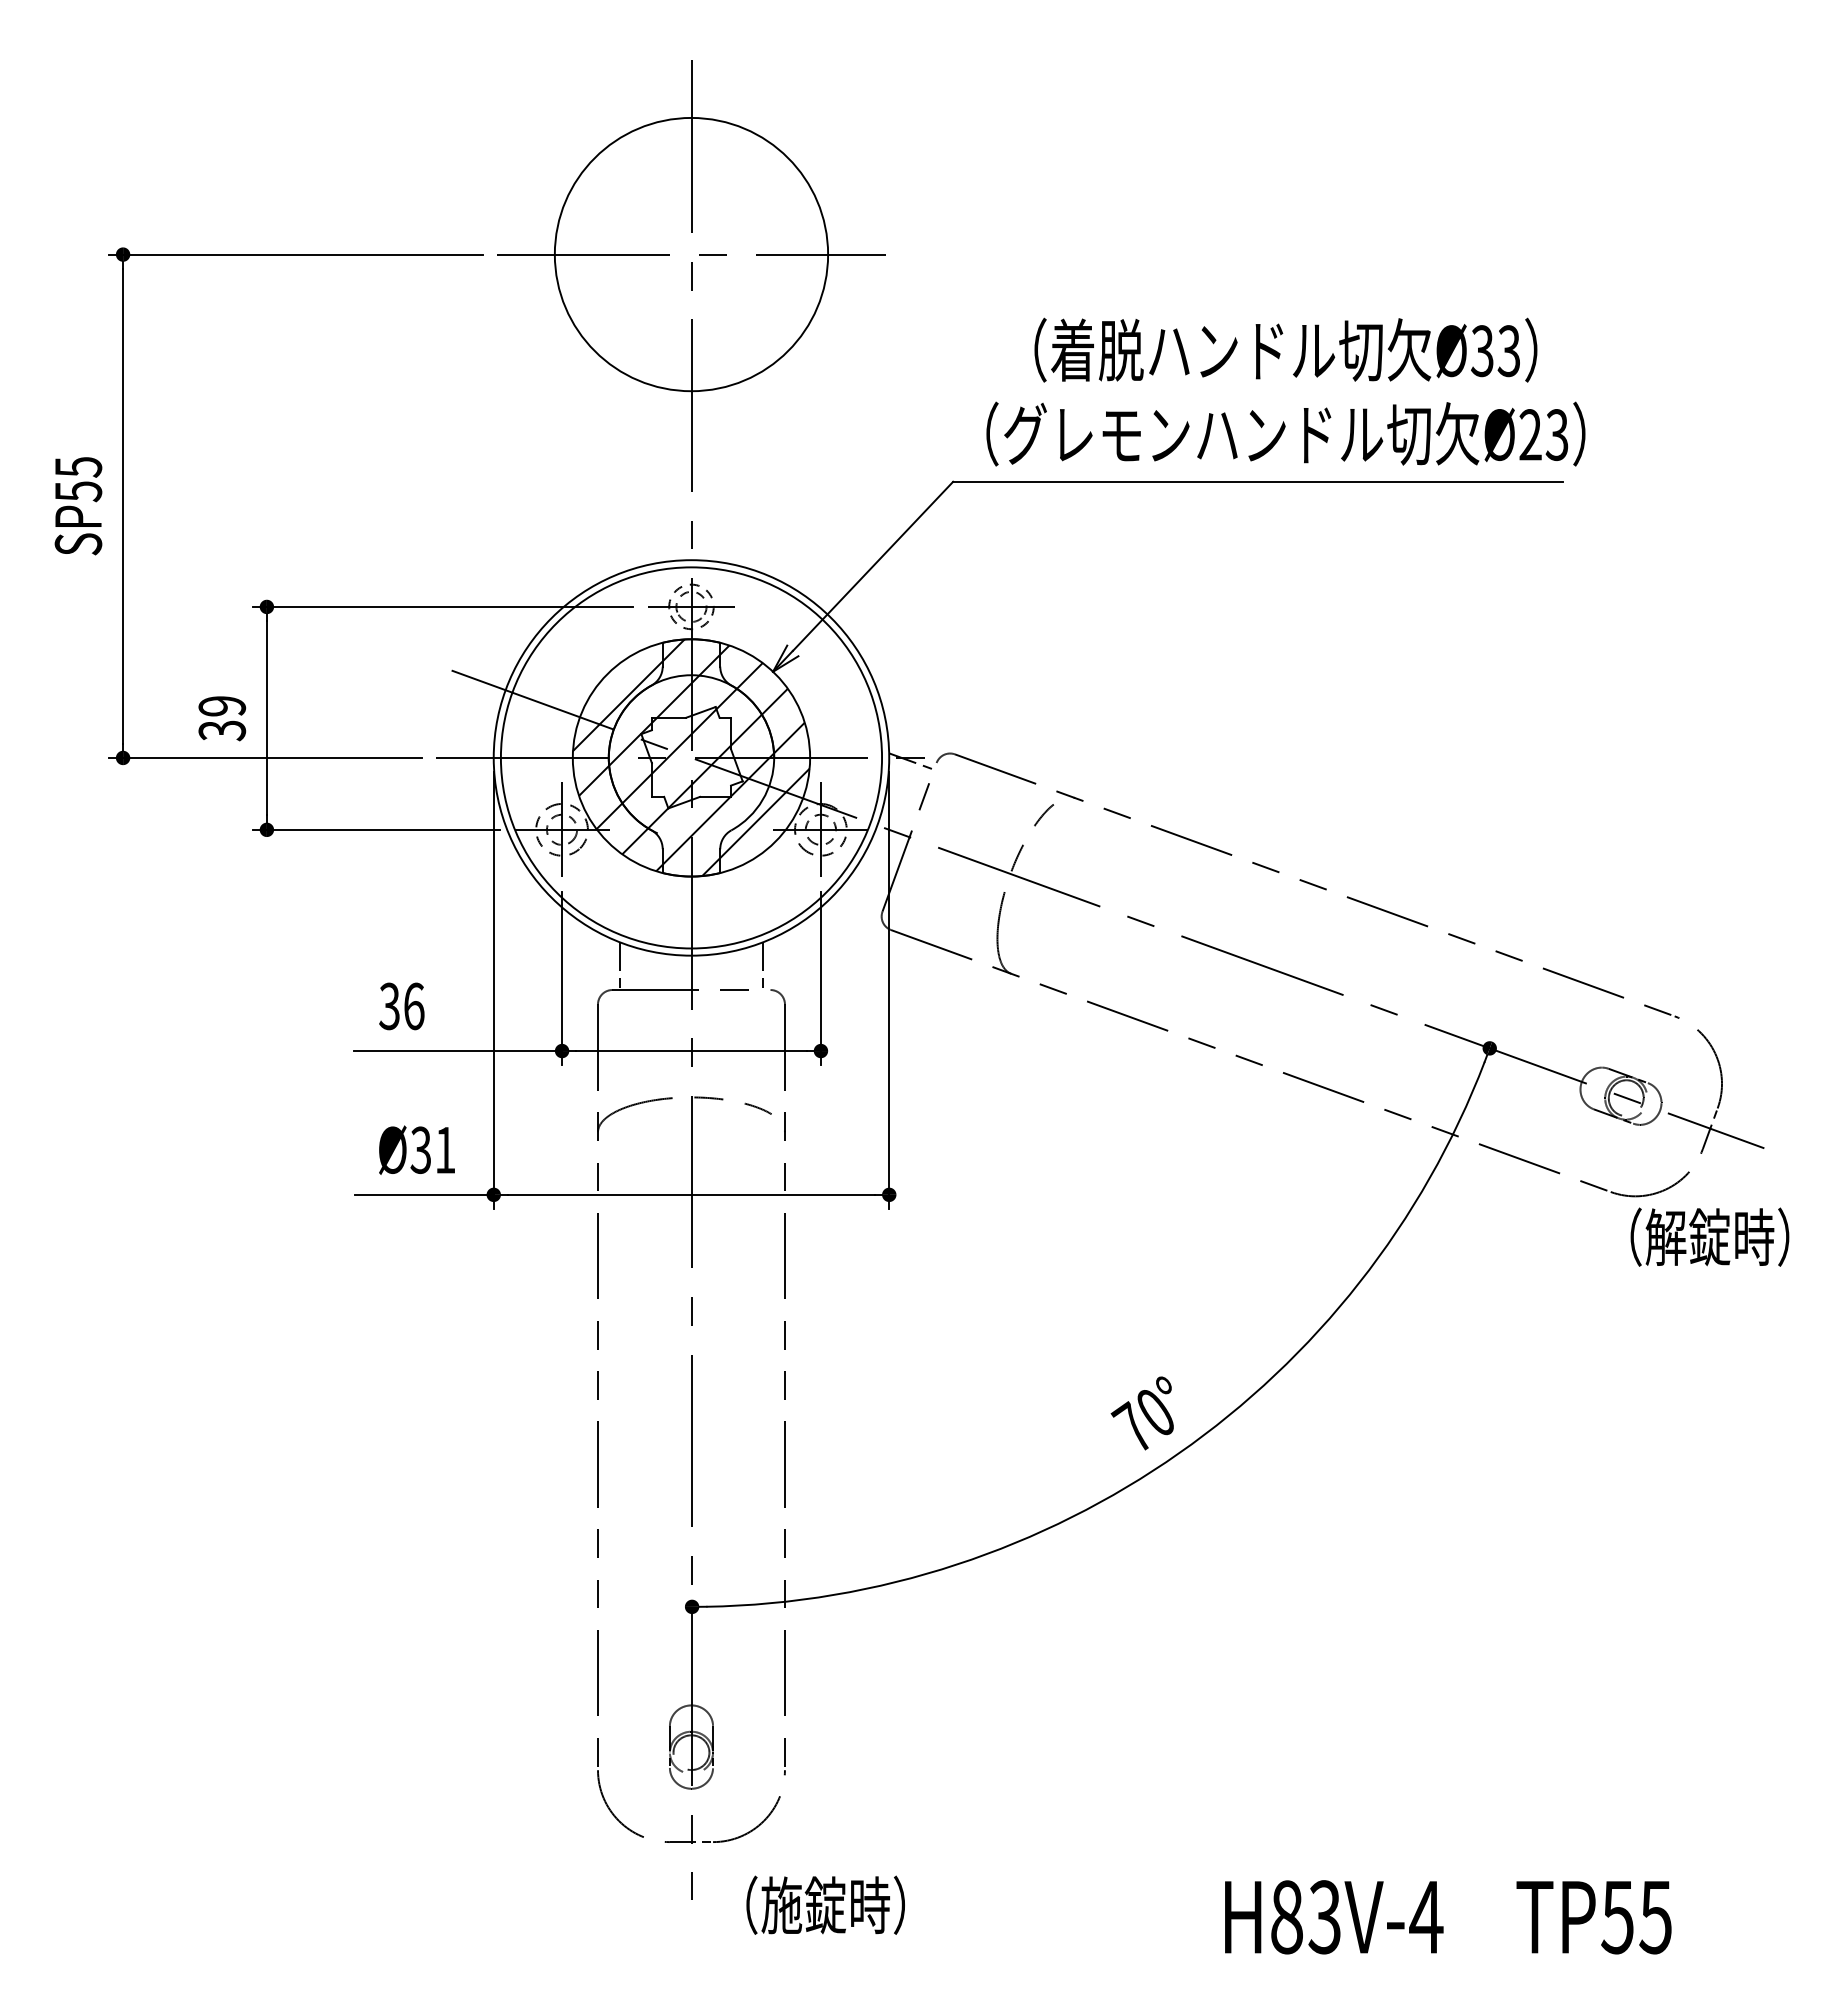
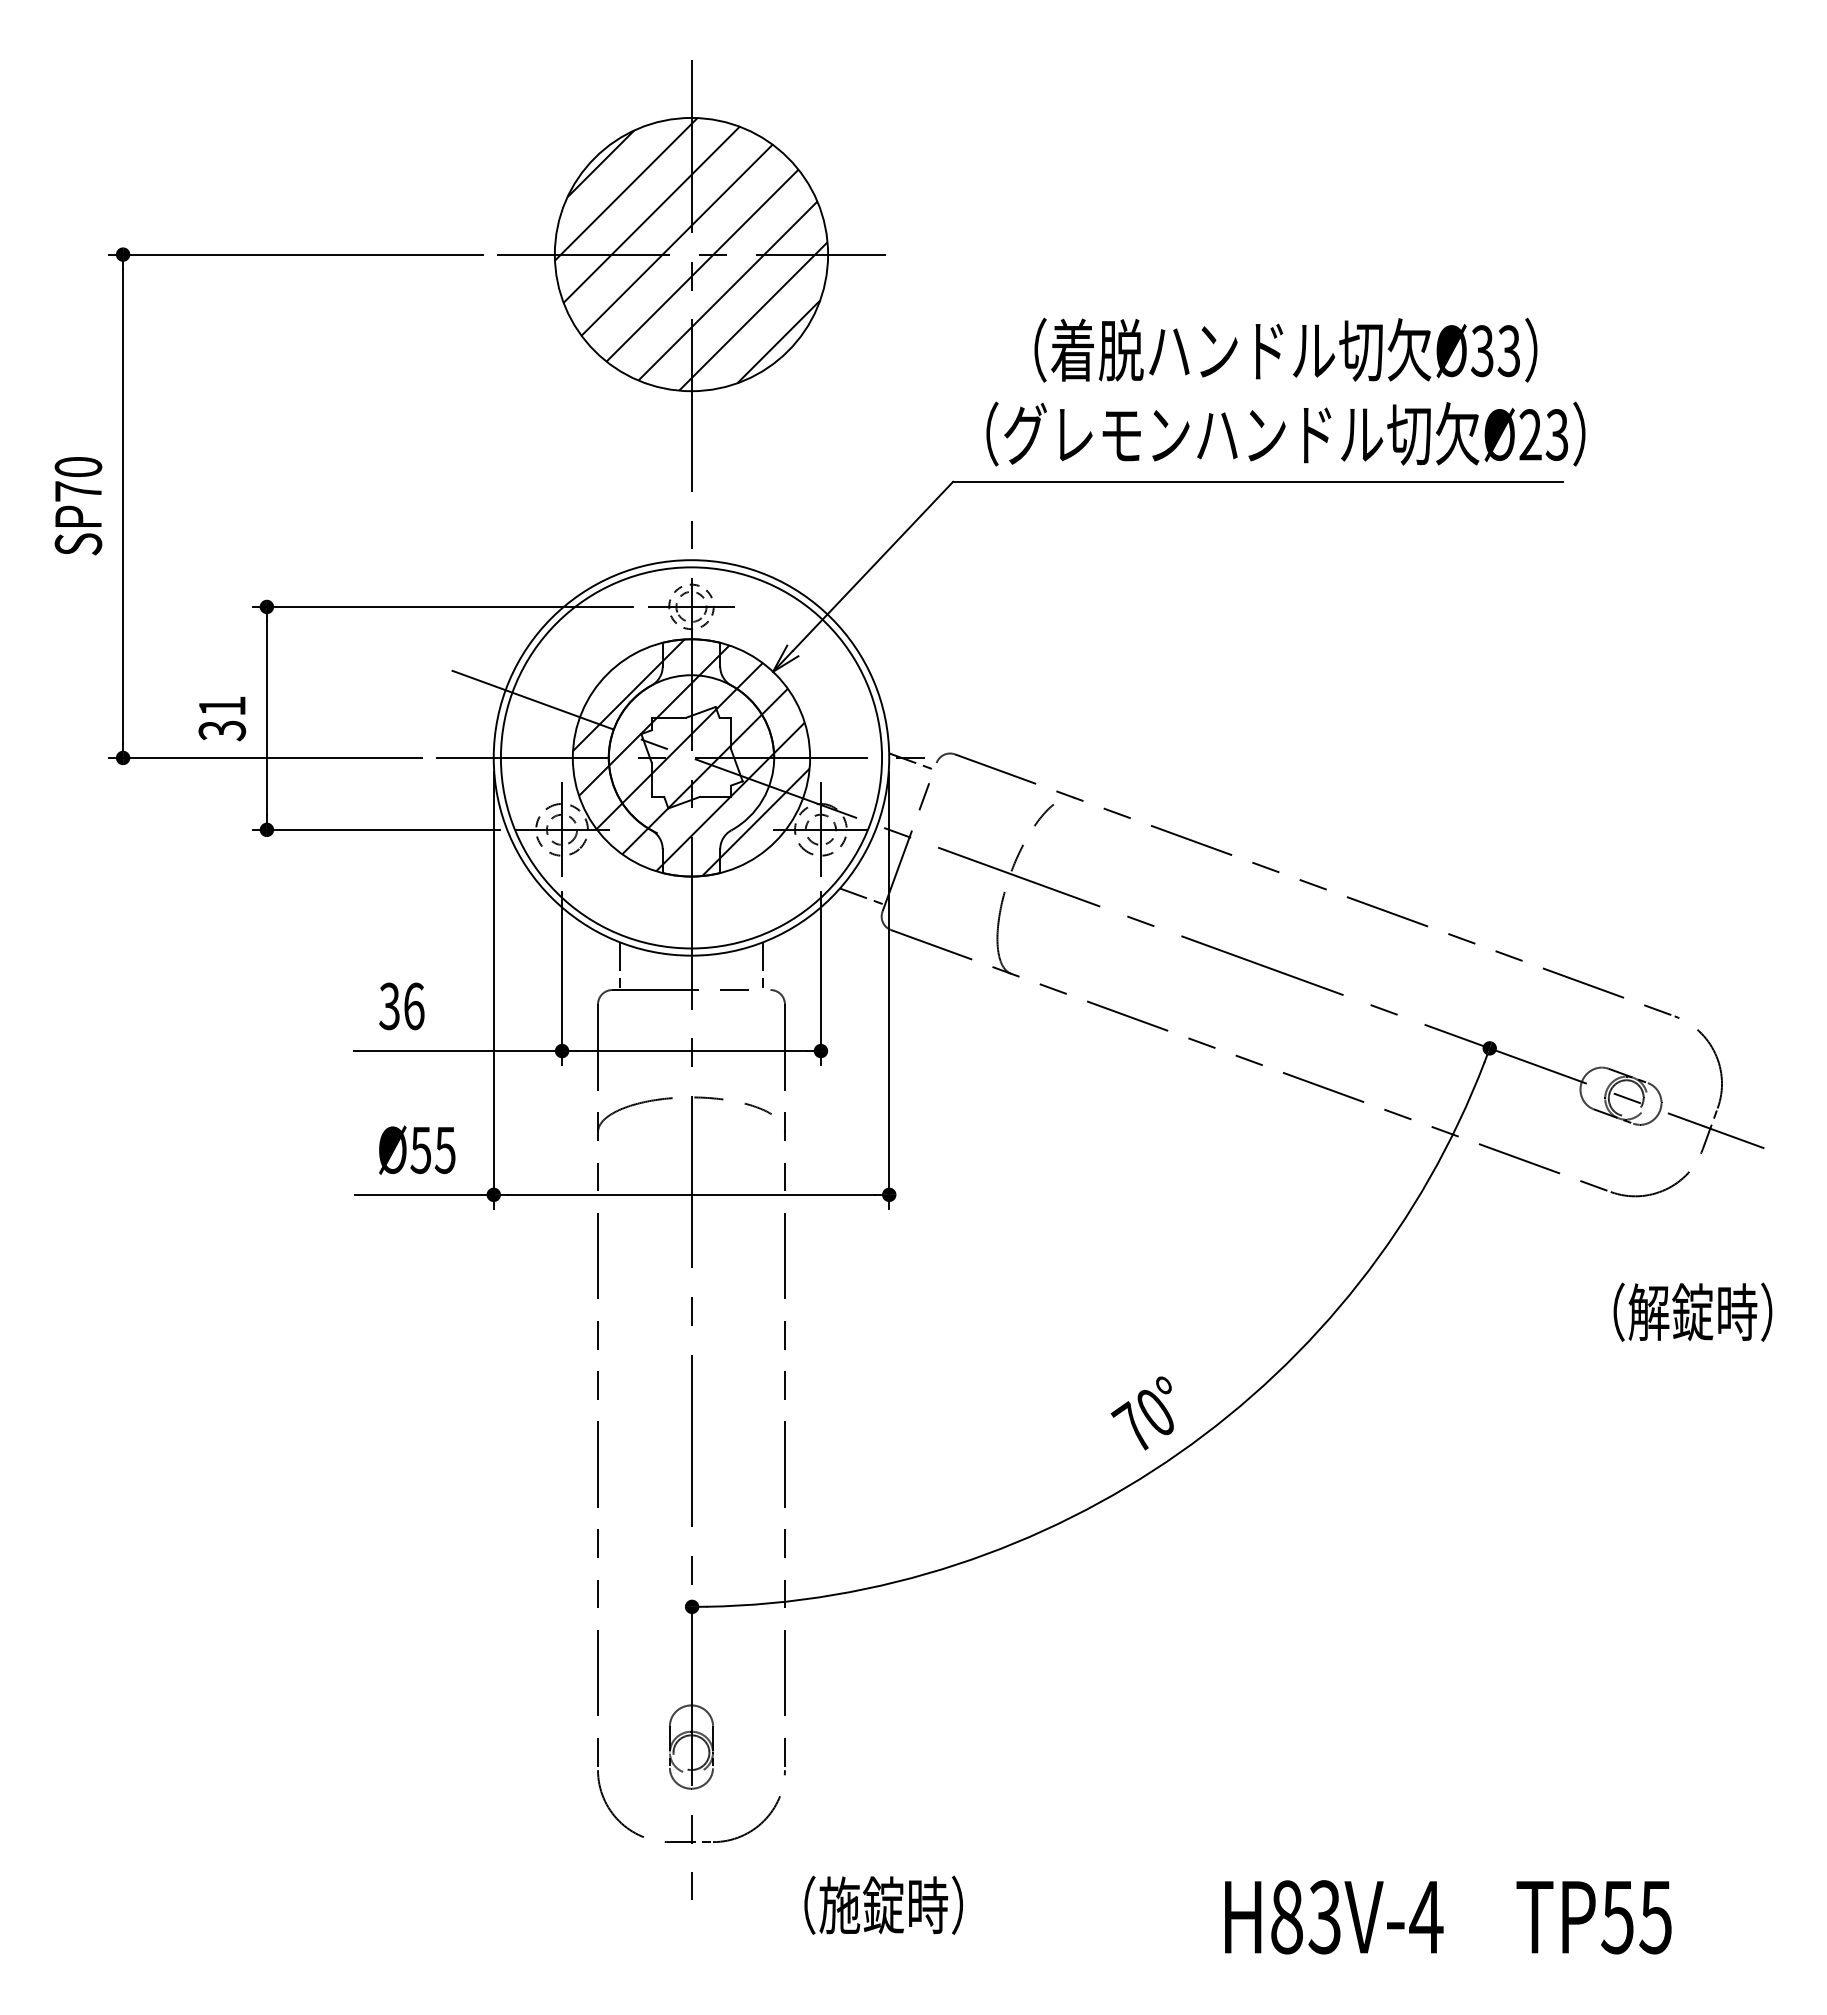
hatch at (690, 254): none -> present
text at (78, 479): SP55 -> SP70
text at (222, 706): 39 -> 31
line at (861, 896): none -> present
text at (432, 1149): Ø31 -> Ø55
text at (1709, 1236) position: (1709, 1236) -> (1692, 1311)
text at (825, 1904) position: (825, 1904) -> (883, 1904)
